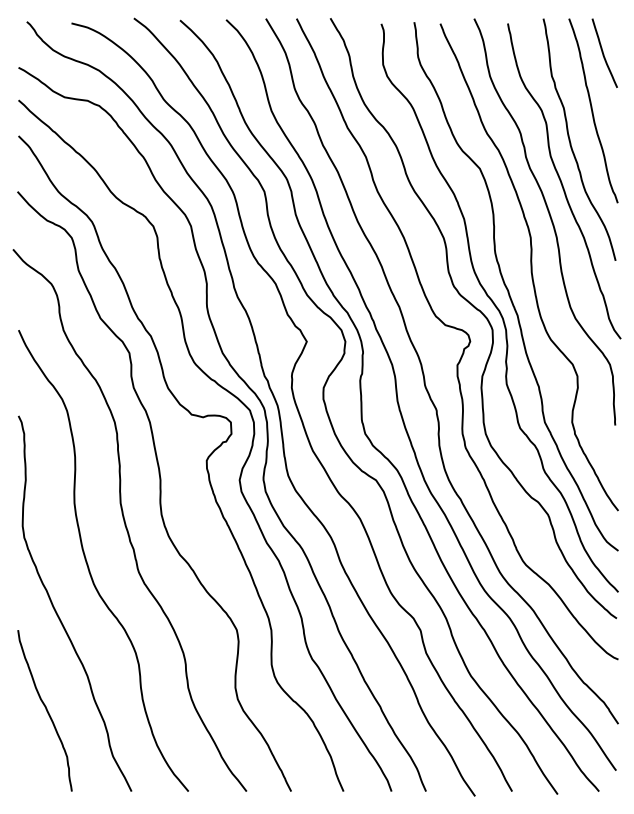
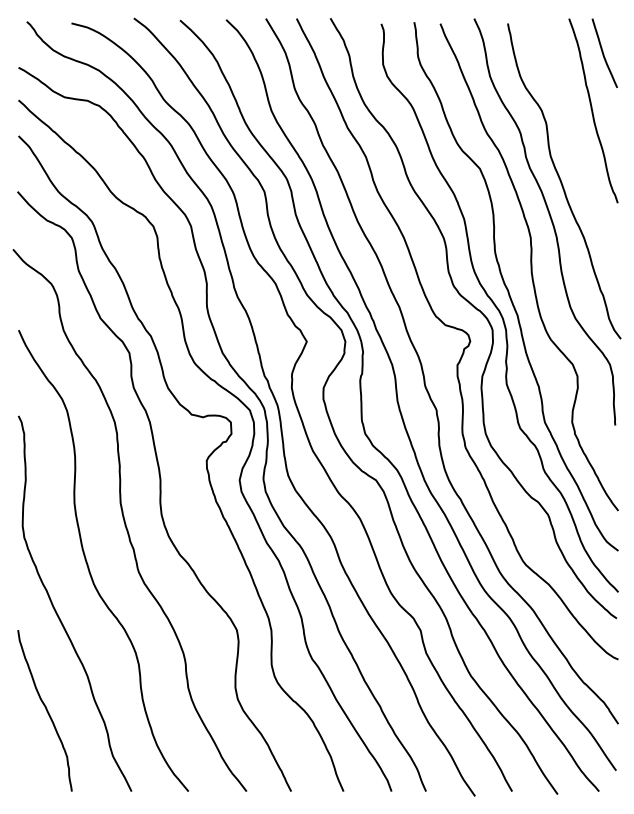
curve at (571, 142): present -> none
